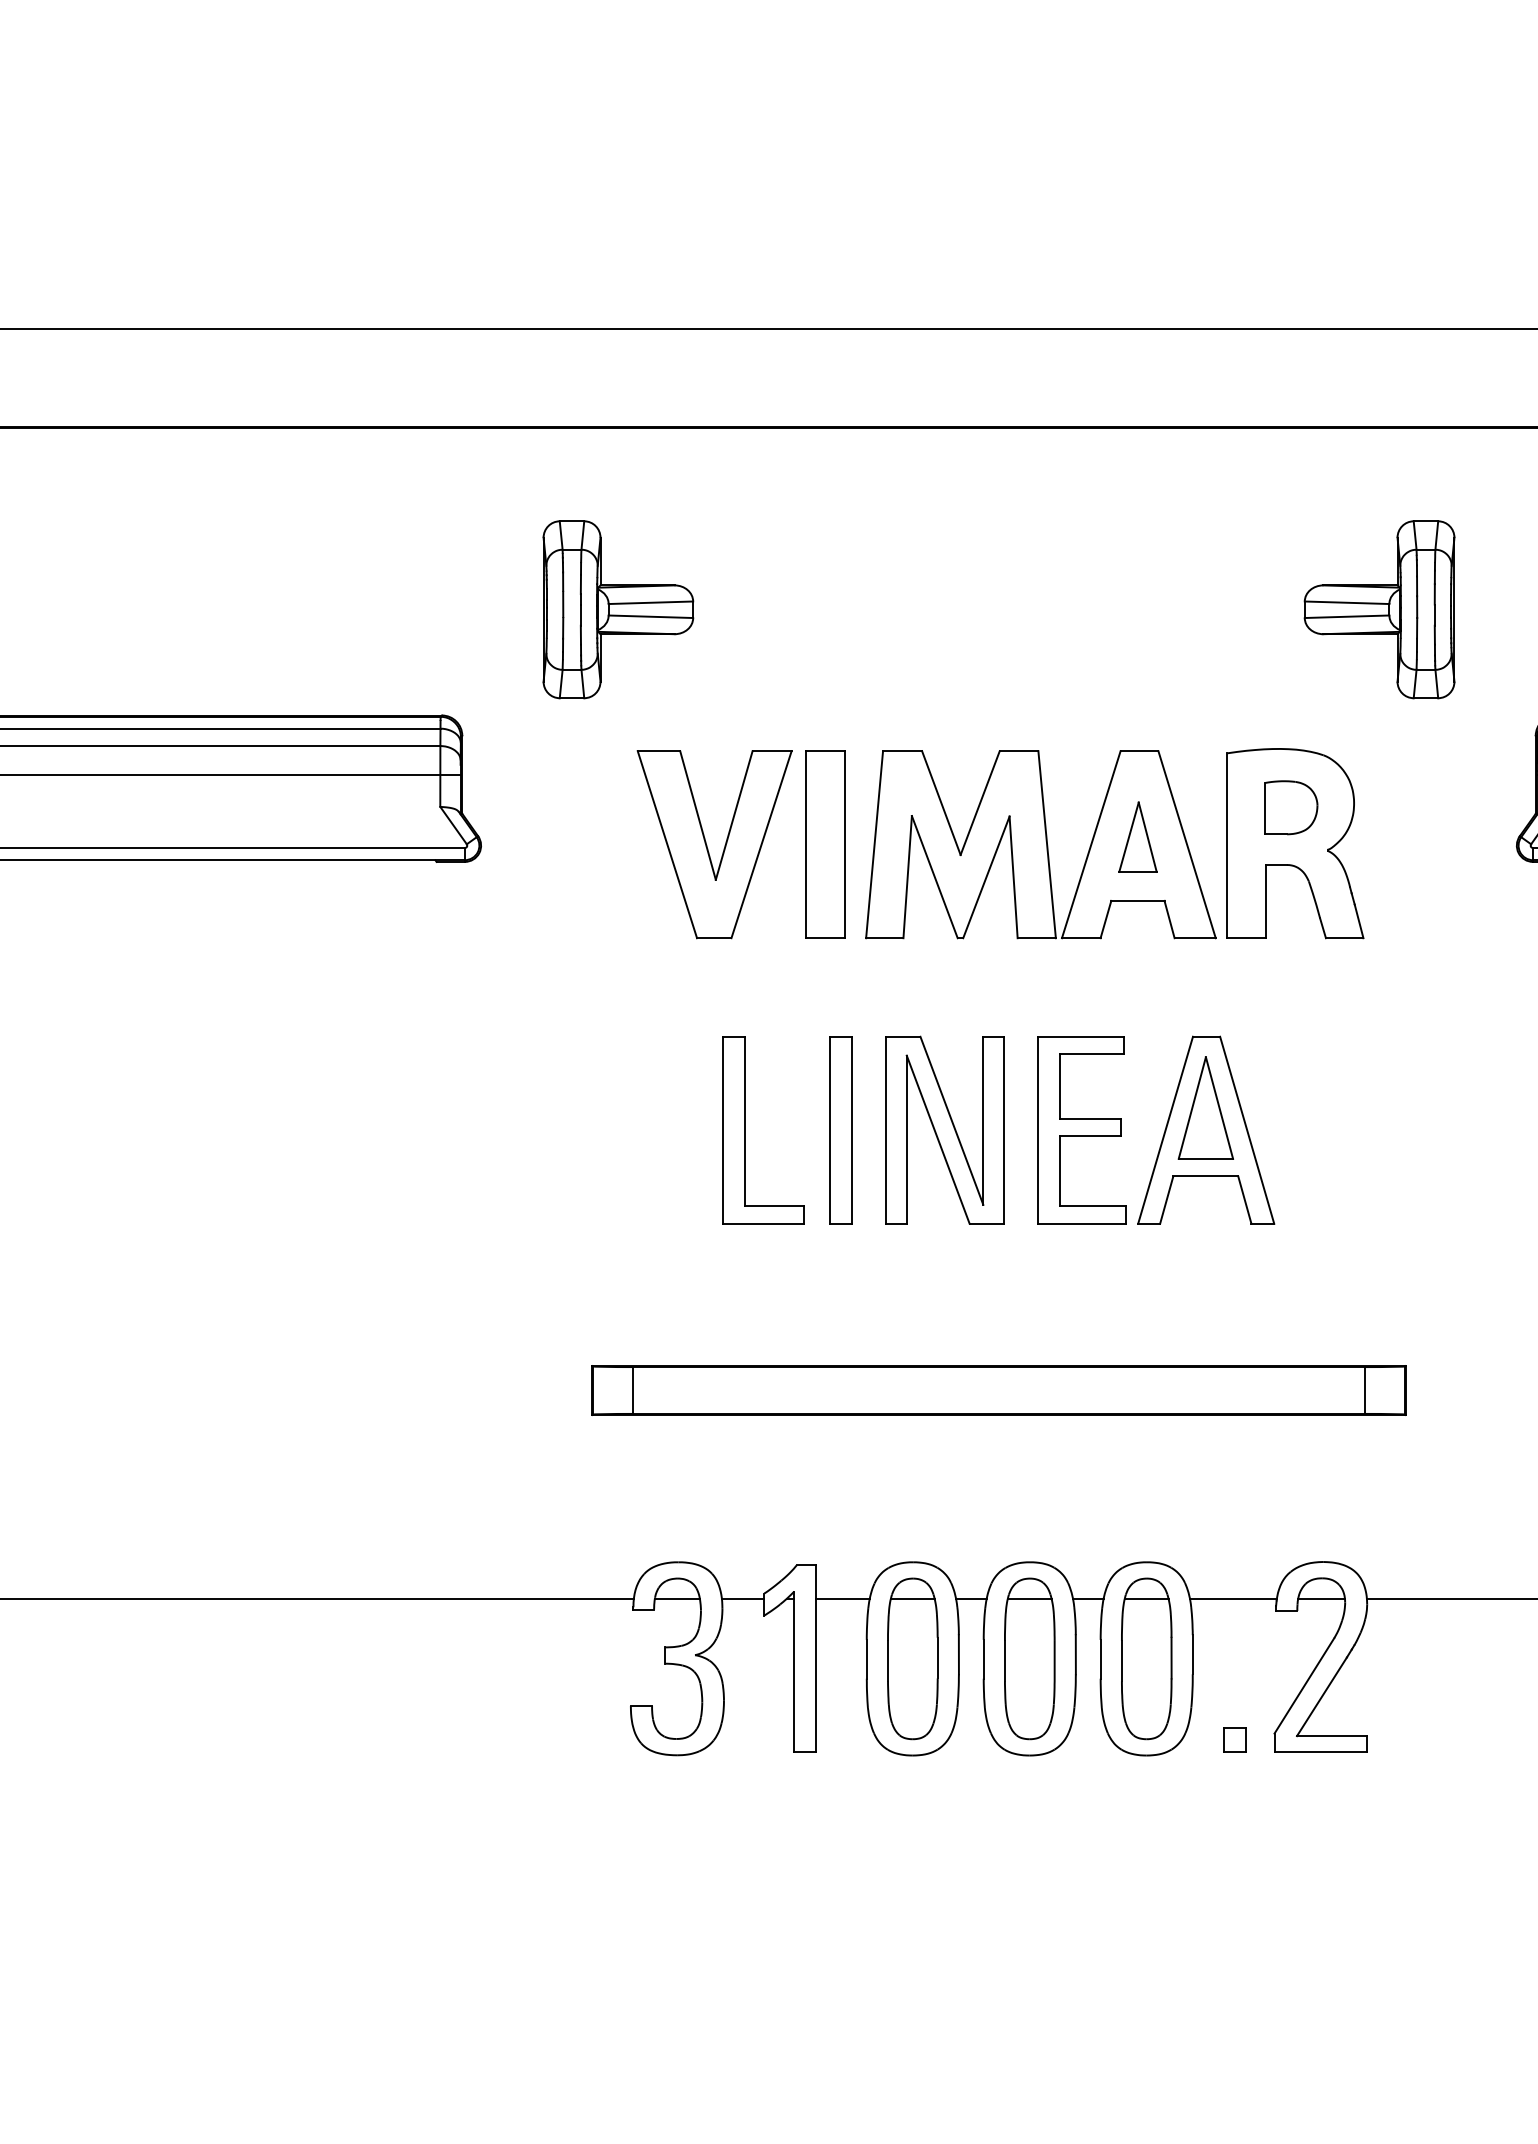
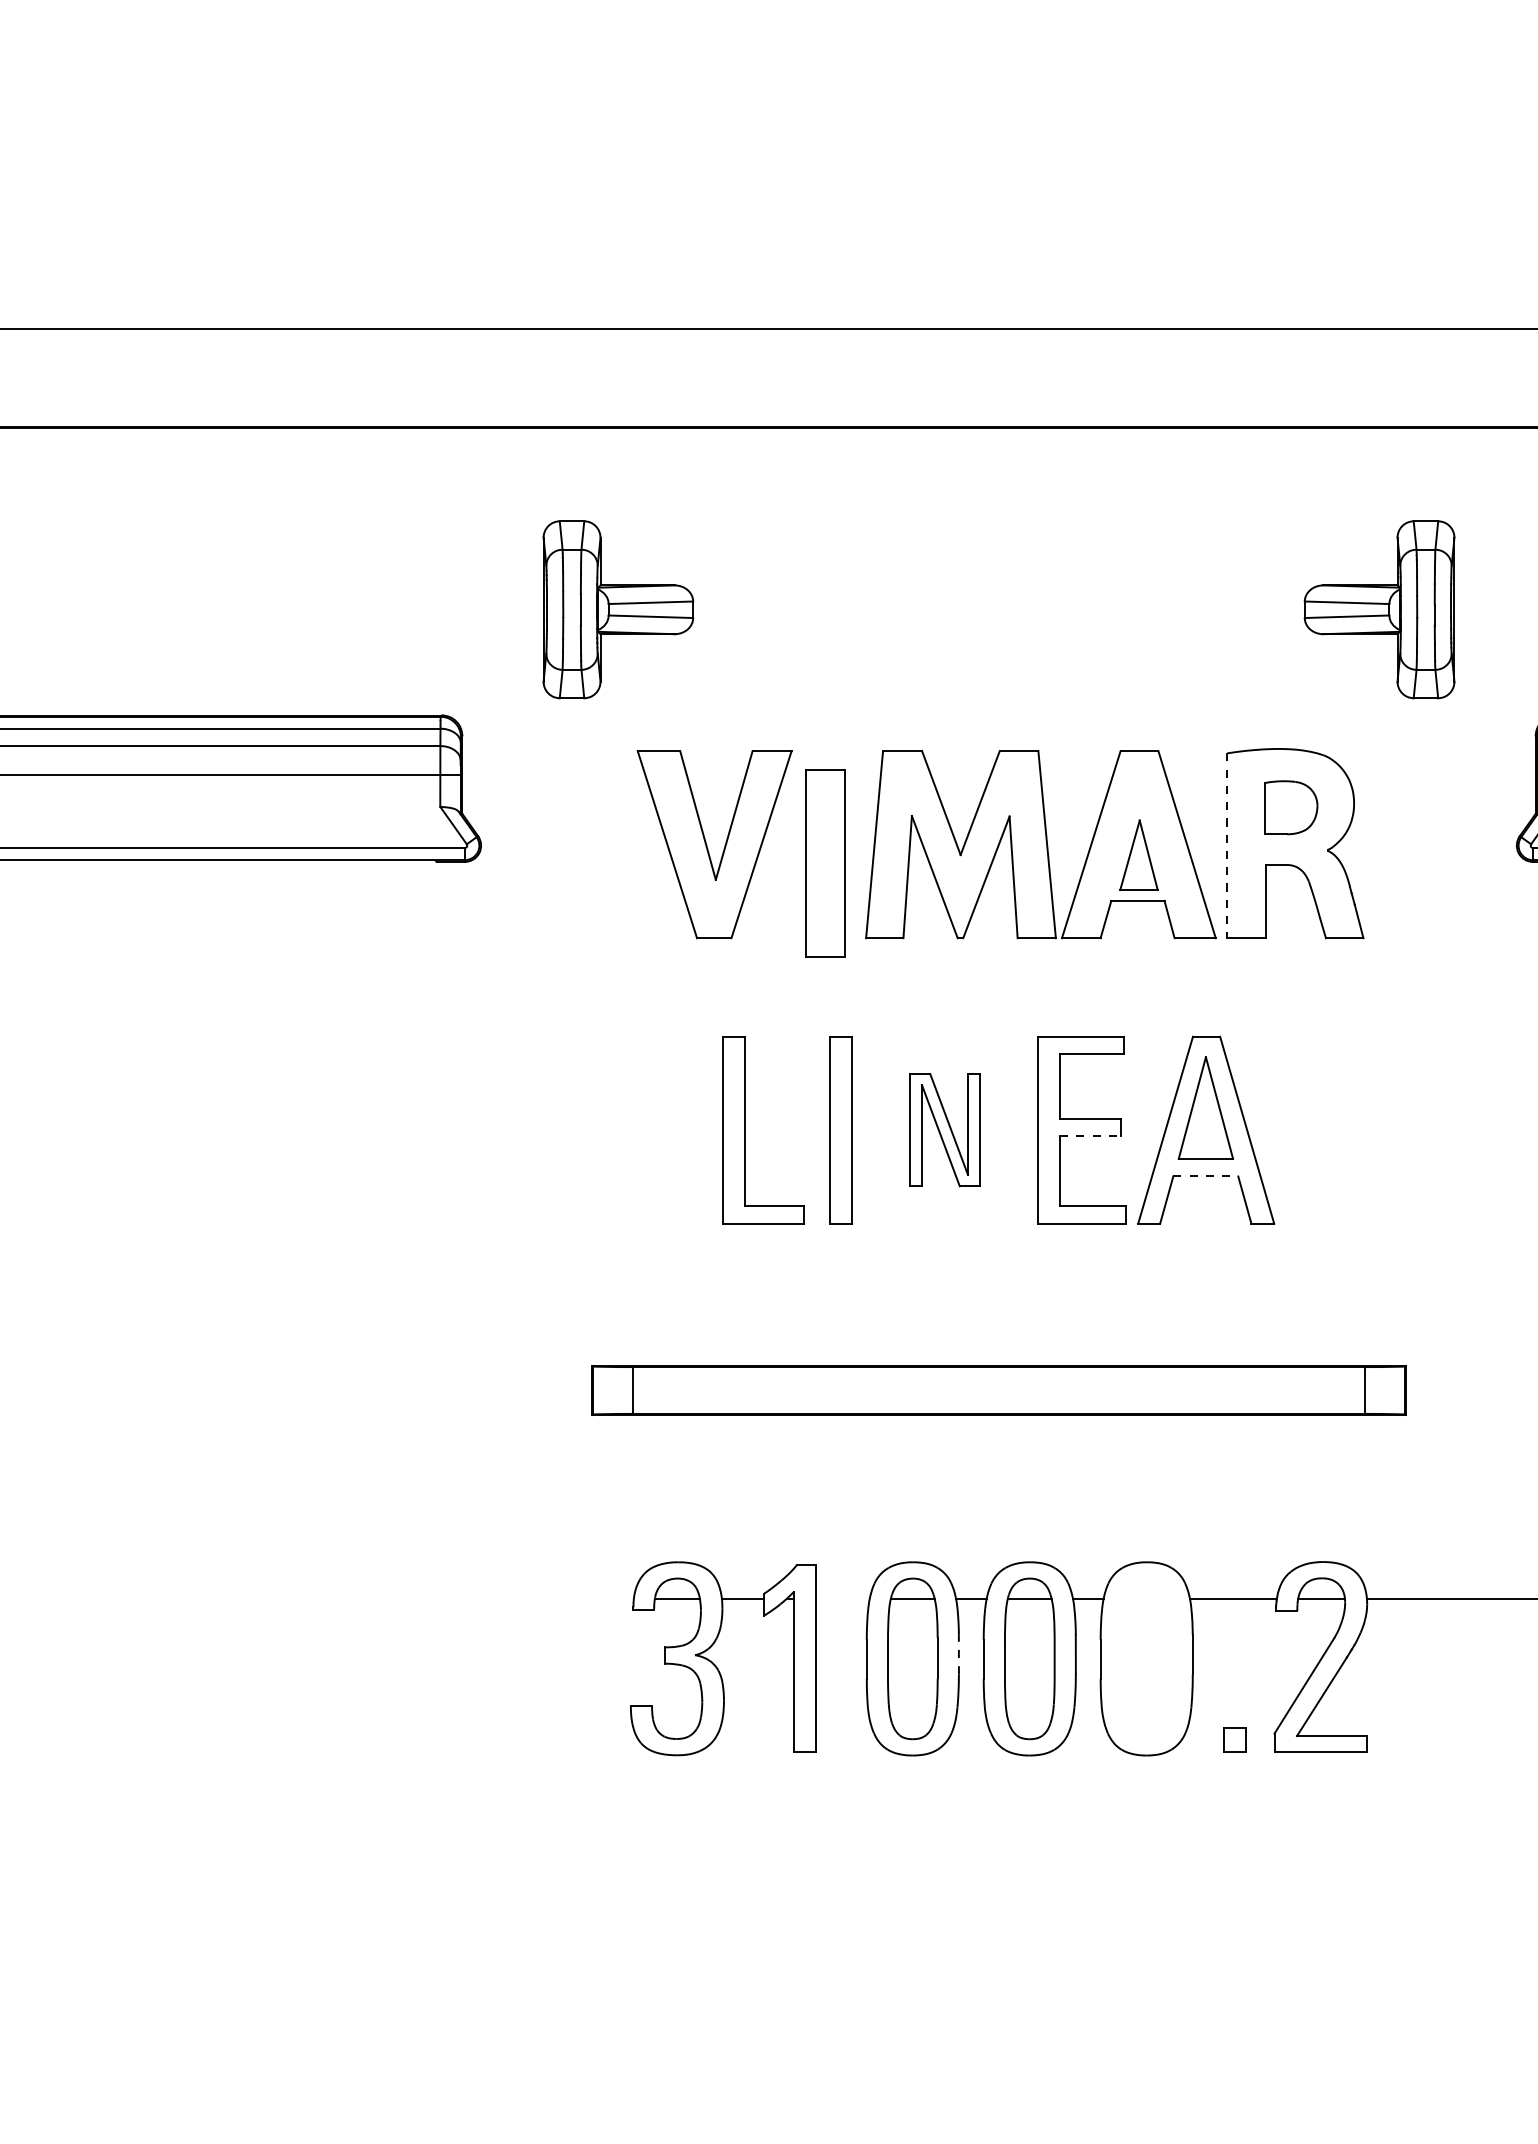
part at (1137, 836) position: (1137, 836) -> (1138, 854)
part at (825, 844) position: (825, 844) -> (825, 863)
line at (1227, 846): solid -> dashed
part at (944, 1129) size: 120x190 px -> 72x115 px
line at (1090, 1136): solid -> dashed
line at (1206, 1176): solid -> dashed
line at (317, 1598): present -> none
line at (842, 1598): present -> none
line at (958, 1654): solid -> dashed
part at (1146, 1658): present -> none
